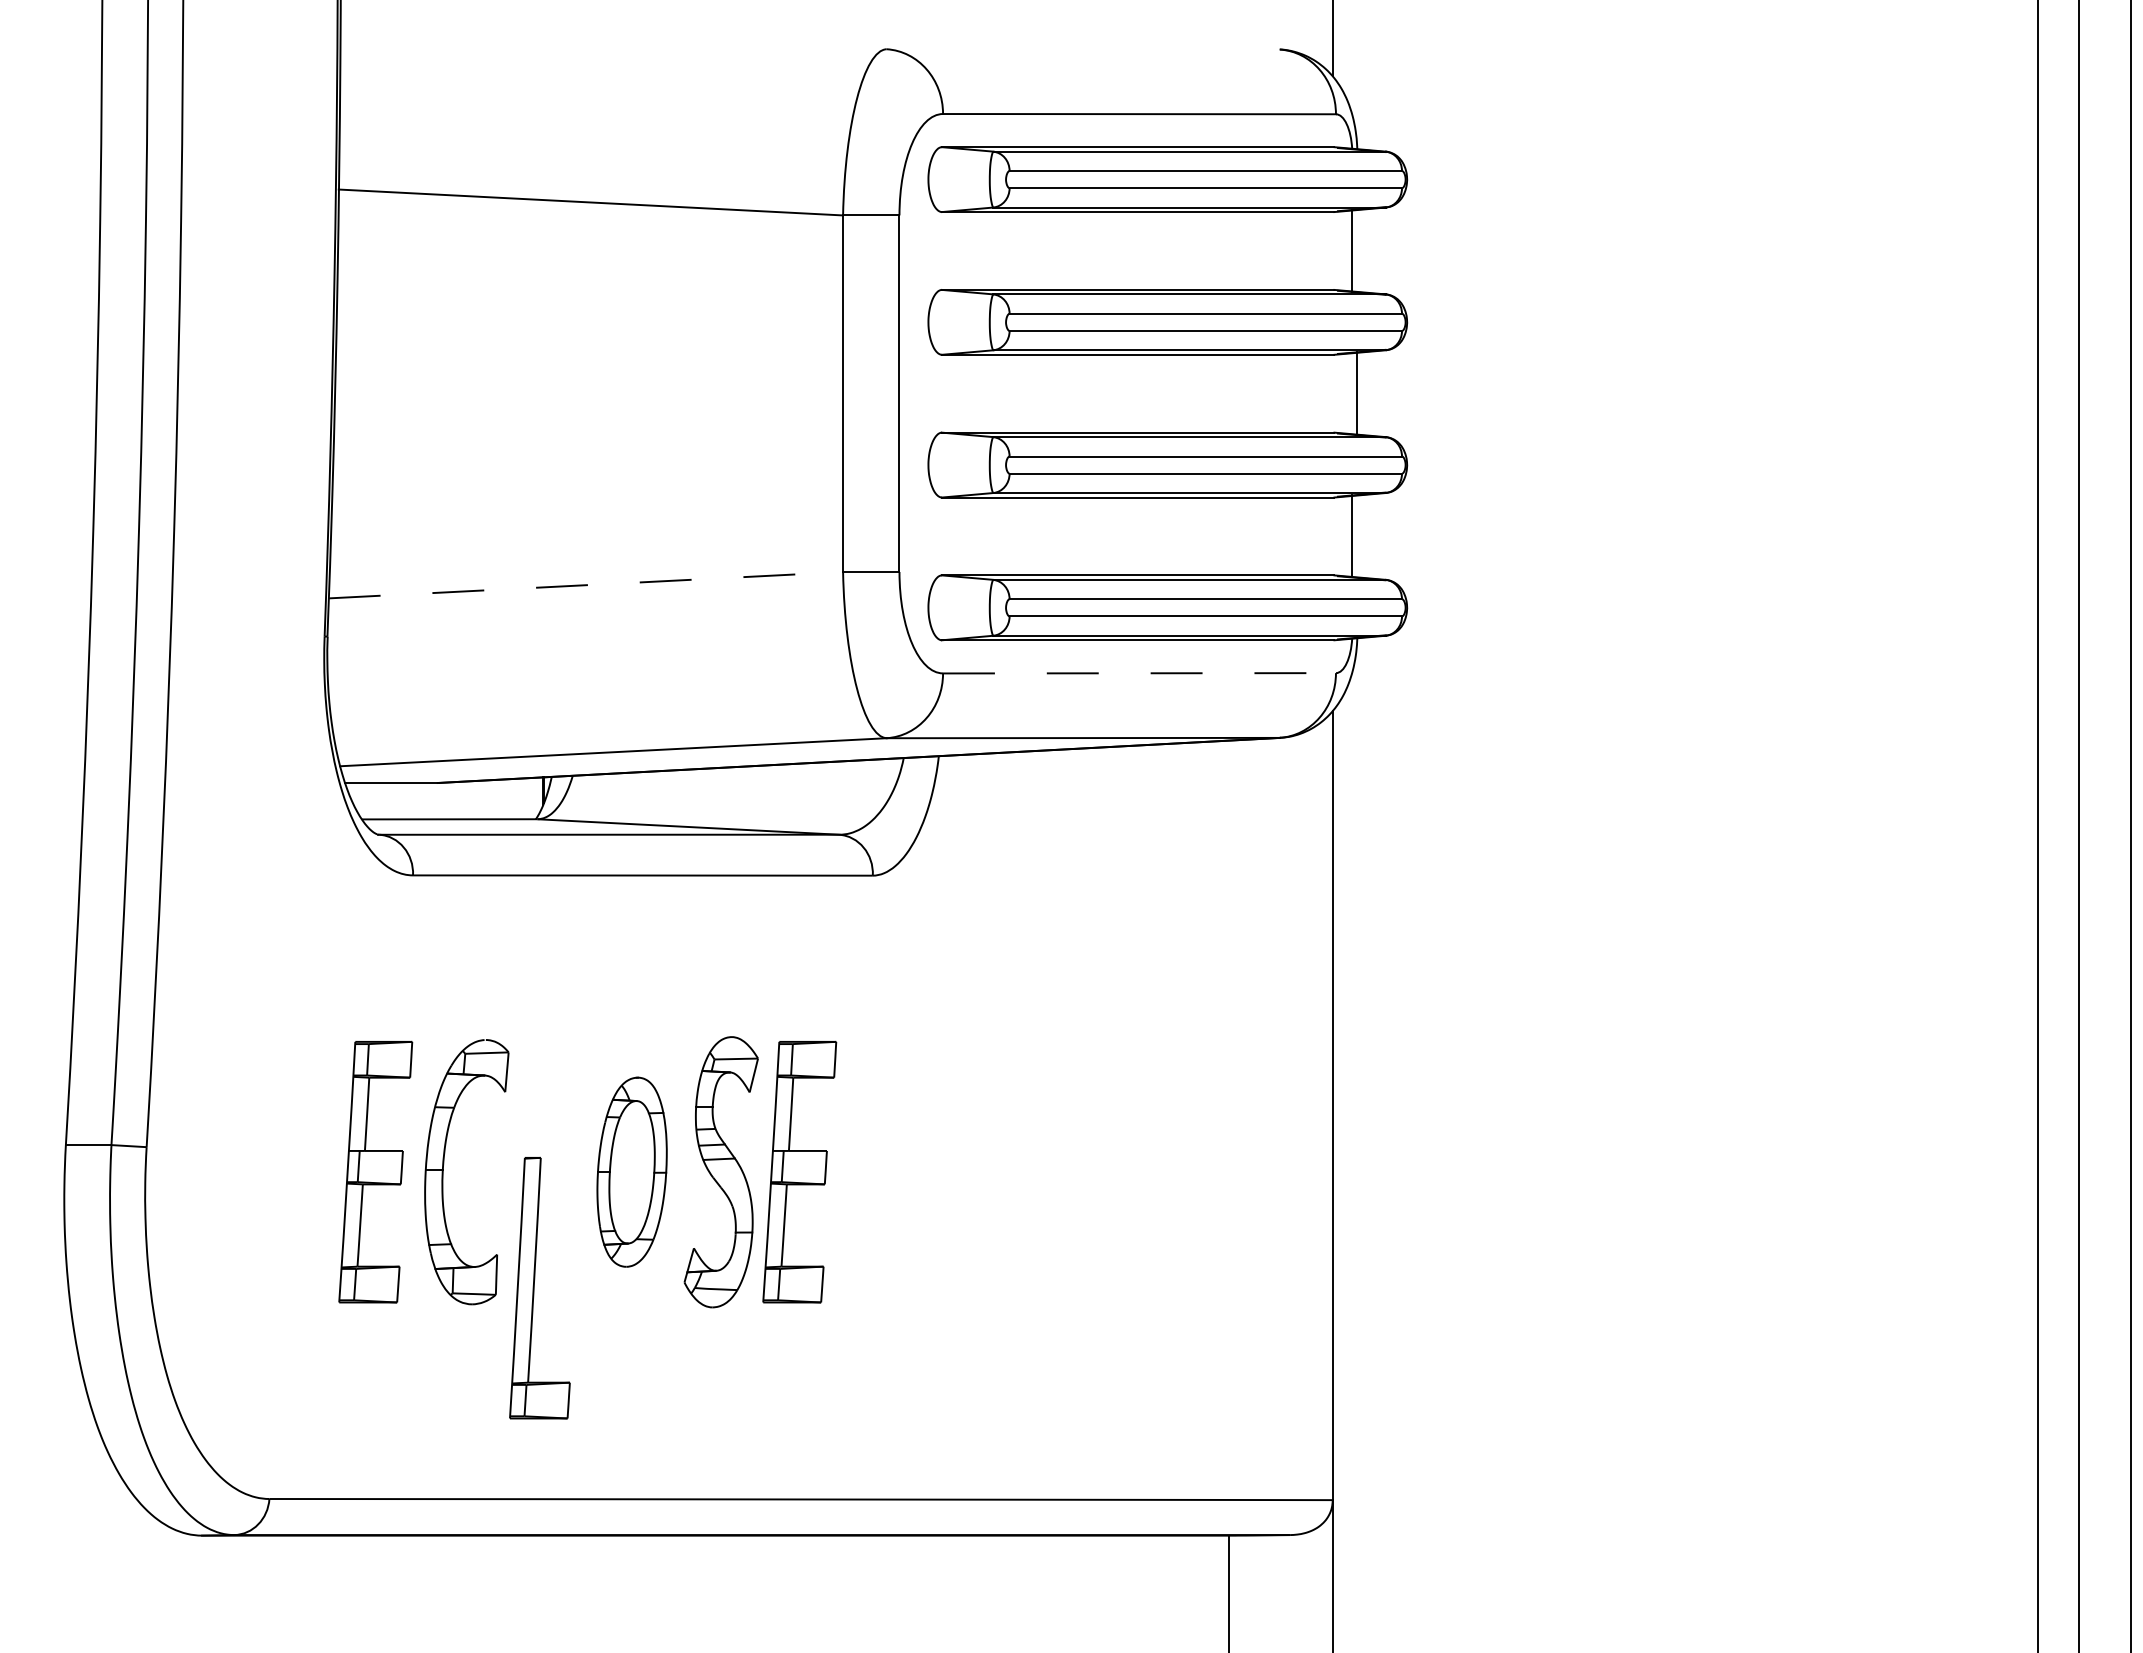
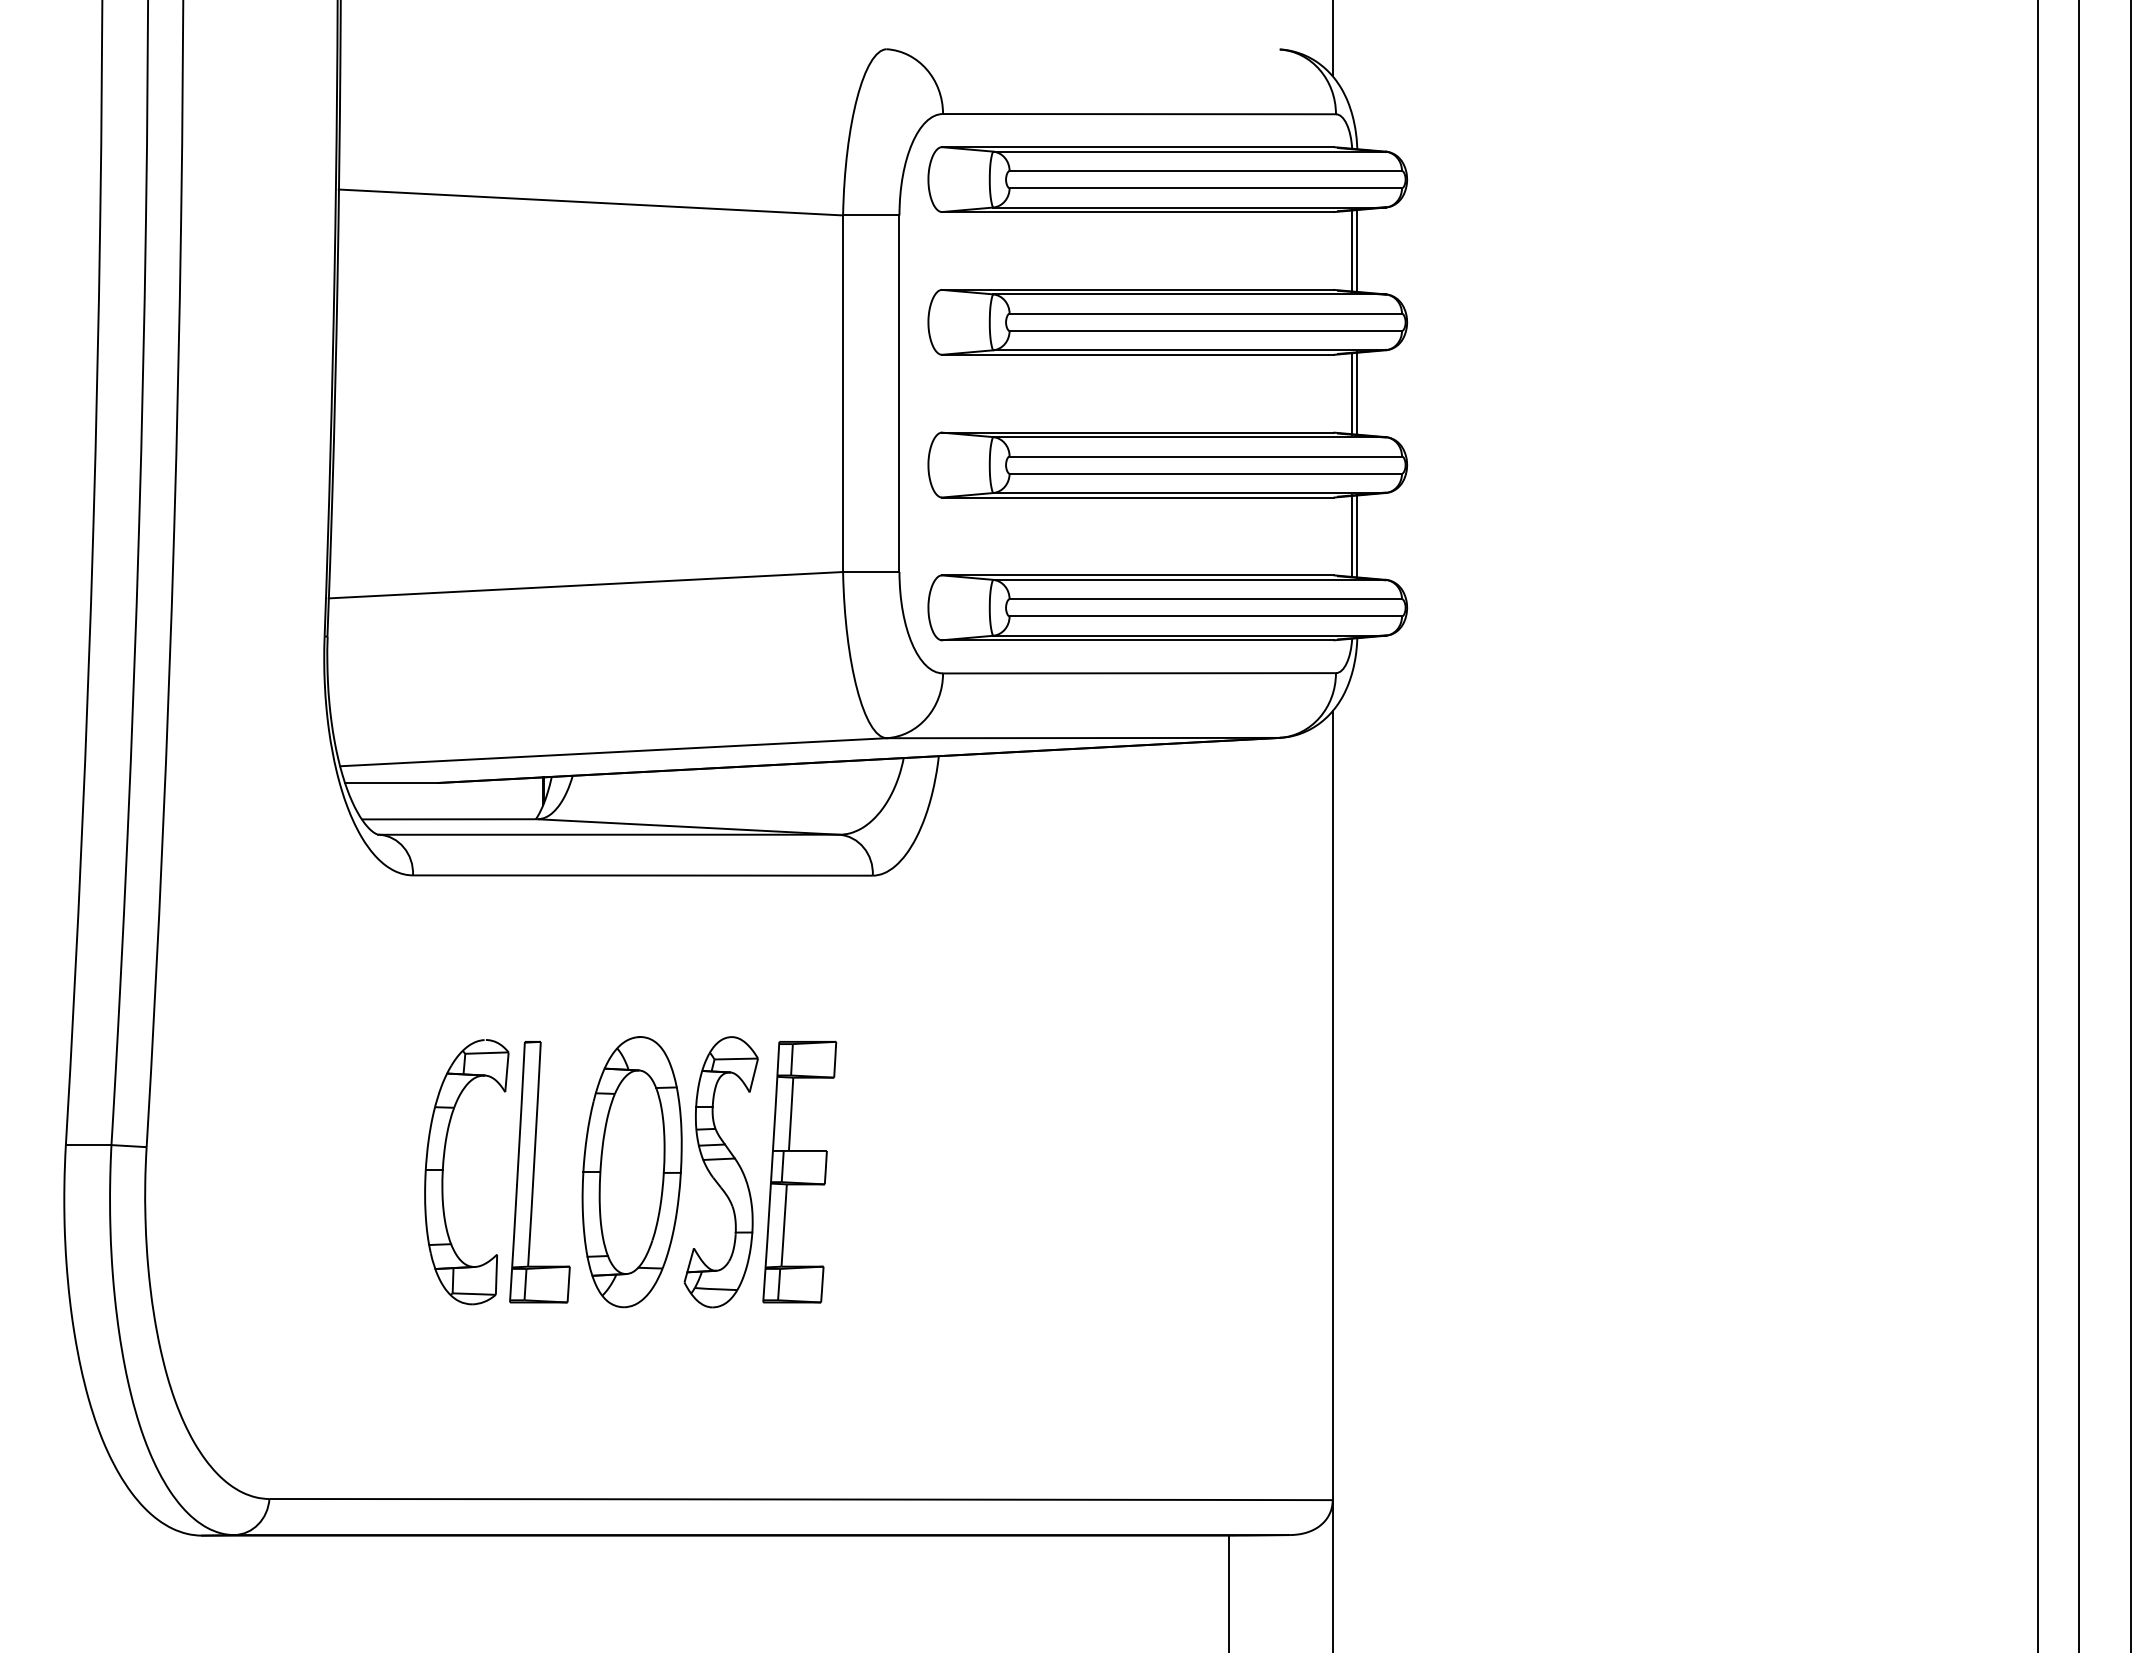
line at (1357, 250): none -> present
line at (1352, 393): none -> present
line at (1357, 536): none -> present
line at (586, 585): dashed -> solid
line at (1140, 673): dashed -> solid
part at (375, 1171): present -> none
part at (631, 1171) size: 72x192 px -> 102x273 px
part at (539, 1287) position: (539, 1287) -> (539, 1171)
